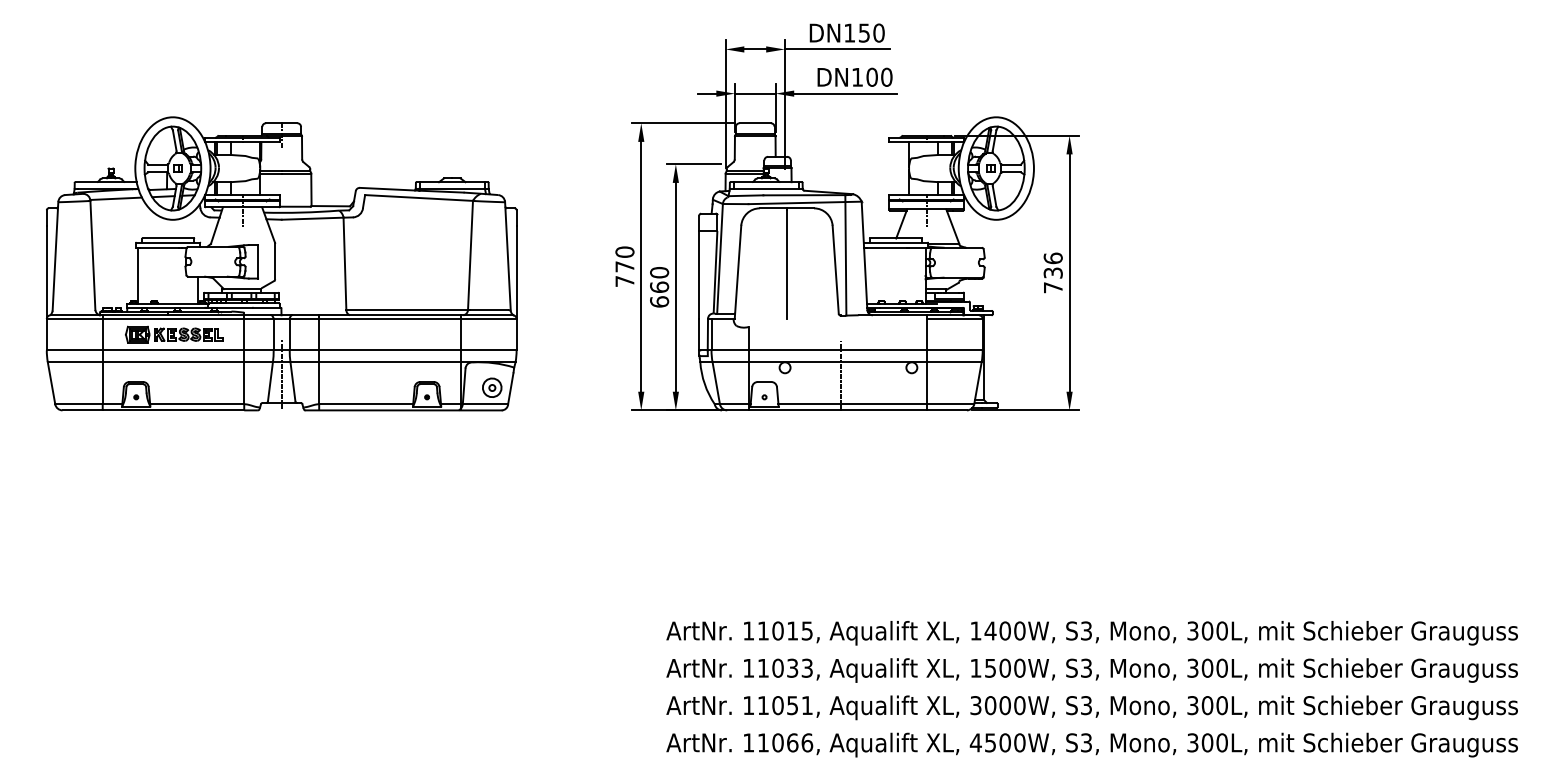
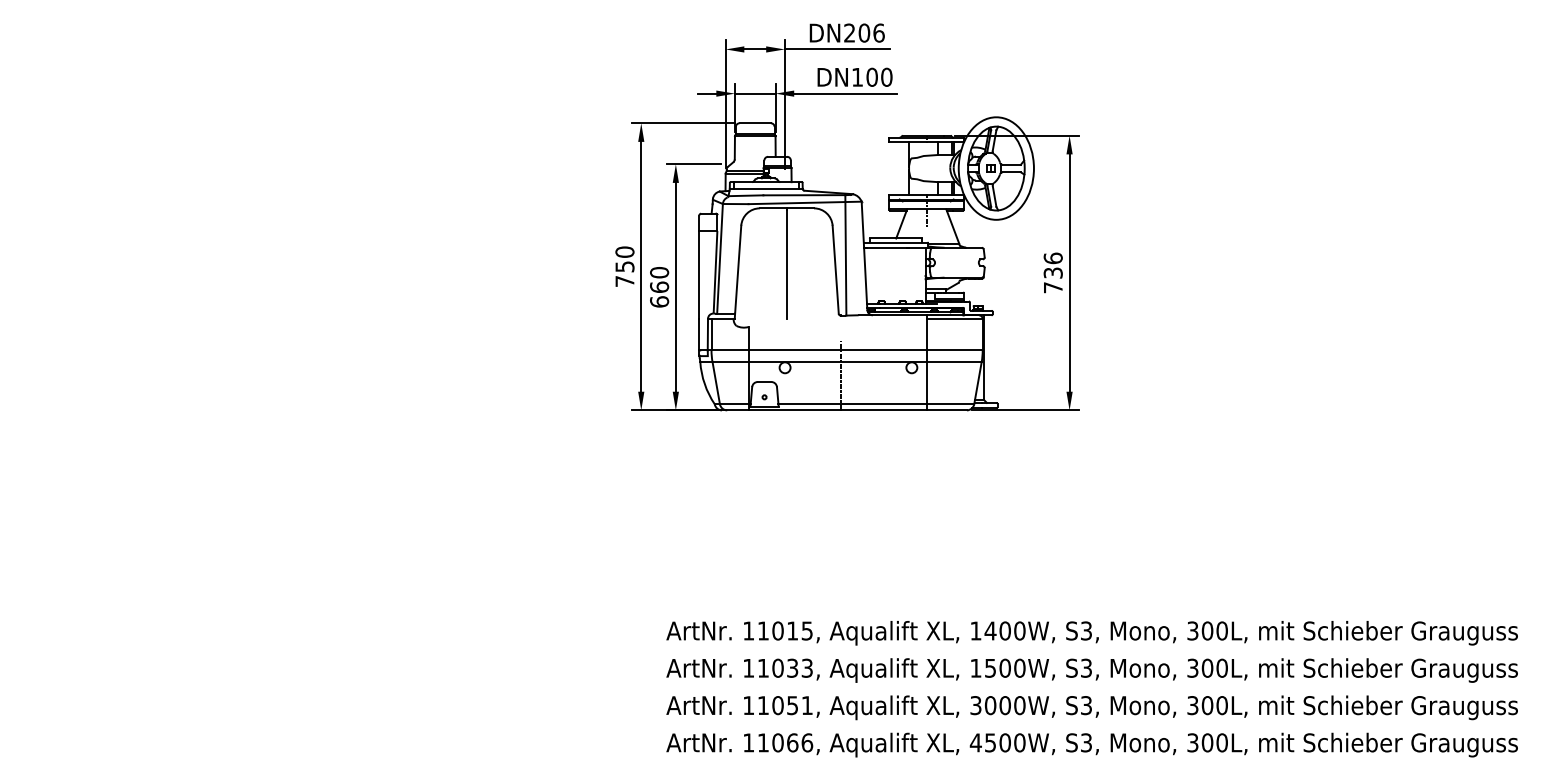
text at (864, 32): DN150 -> DN206
part at (281, 263): present -> none
text at (624, 266): 770 -> 750
